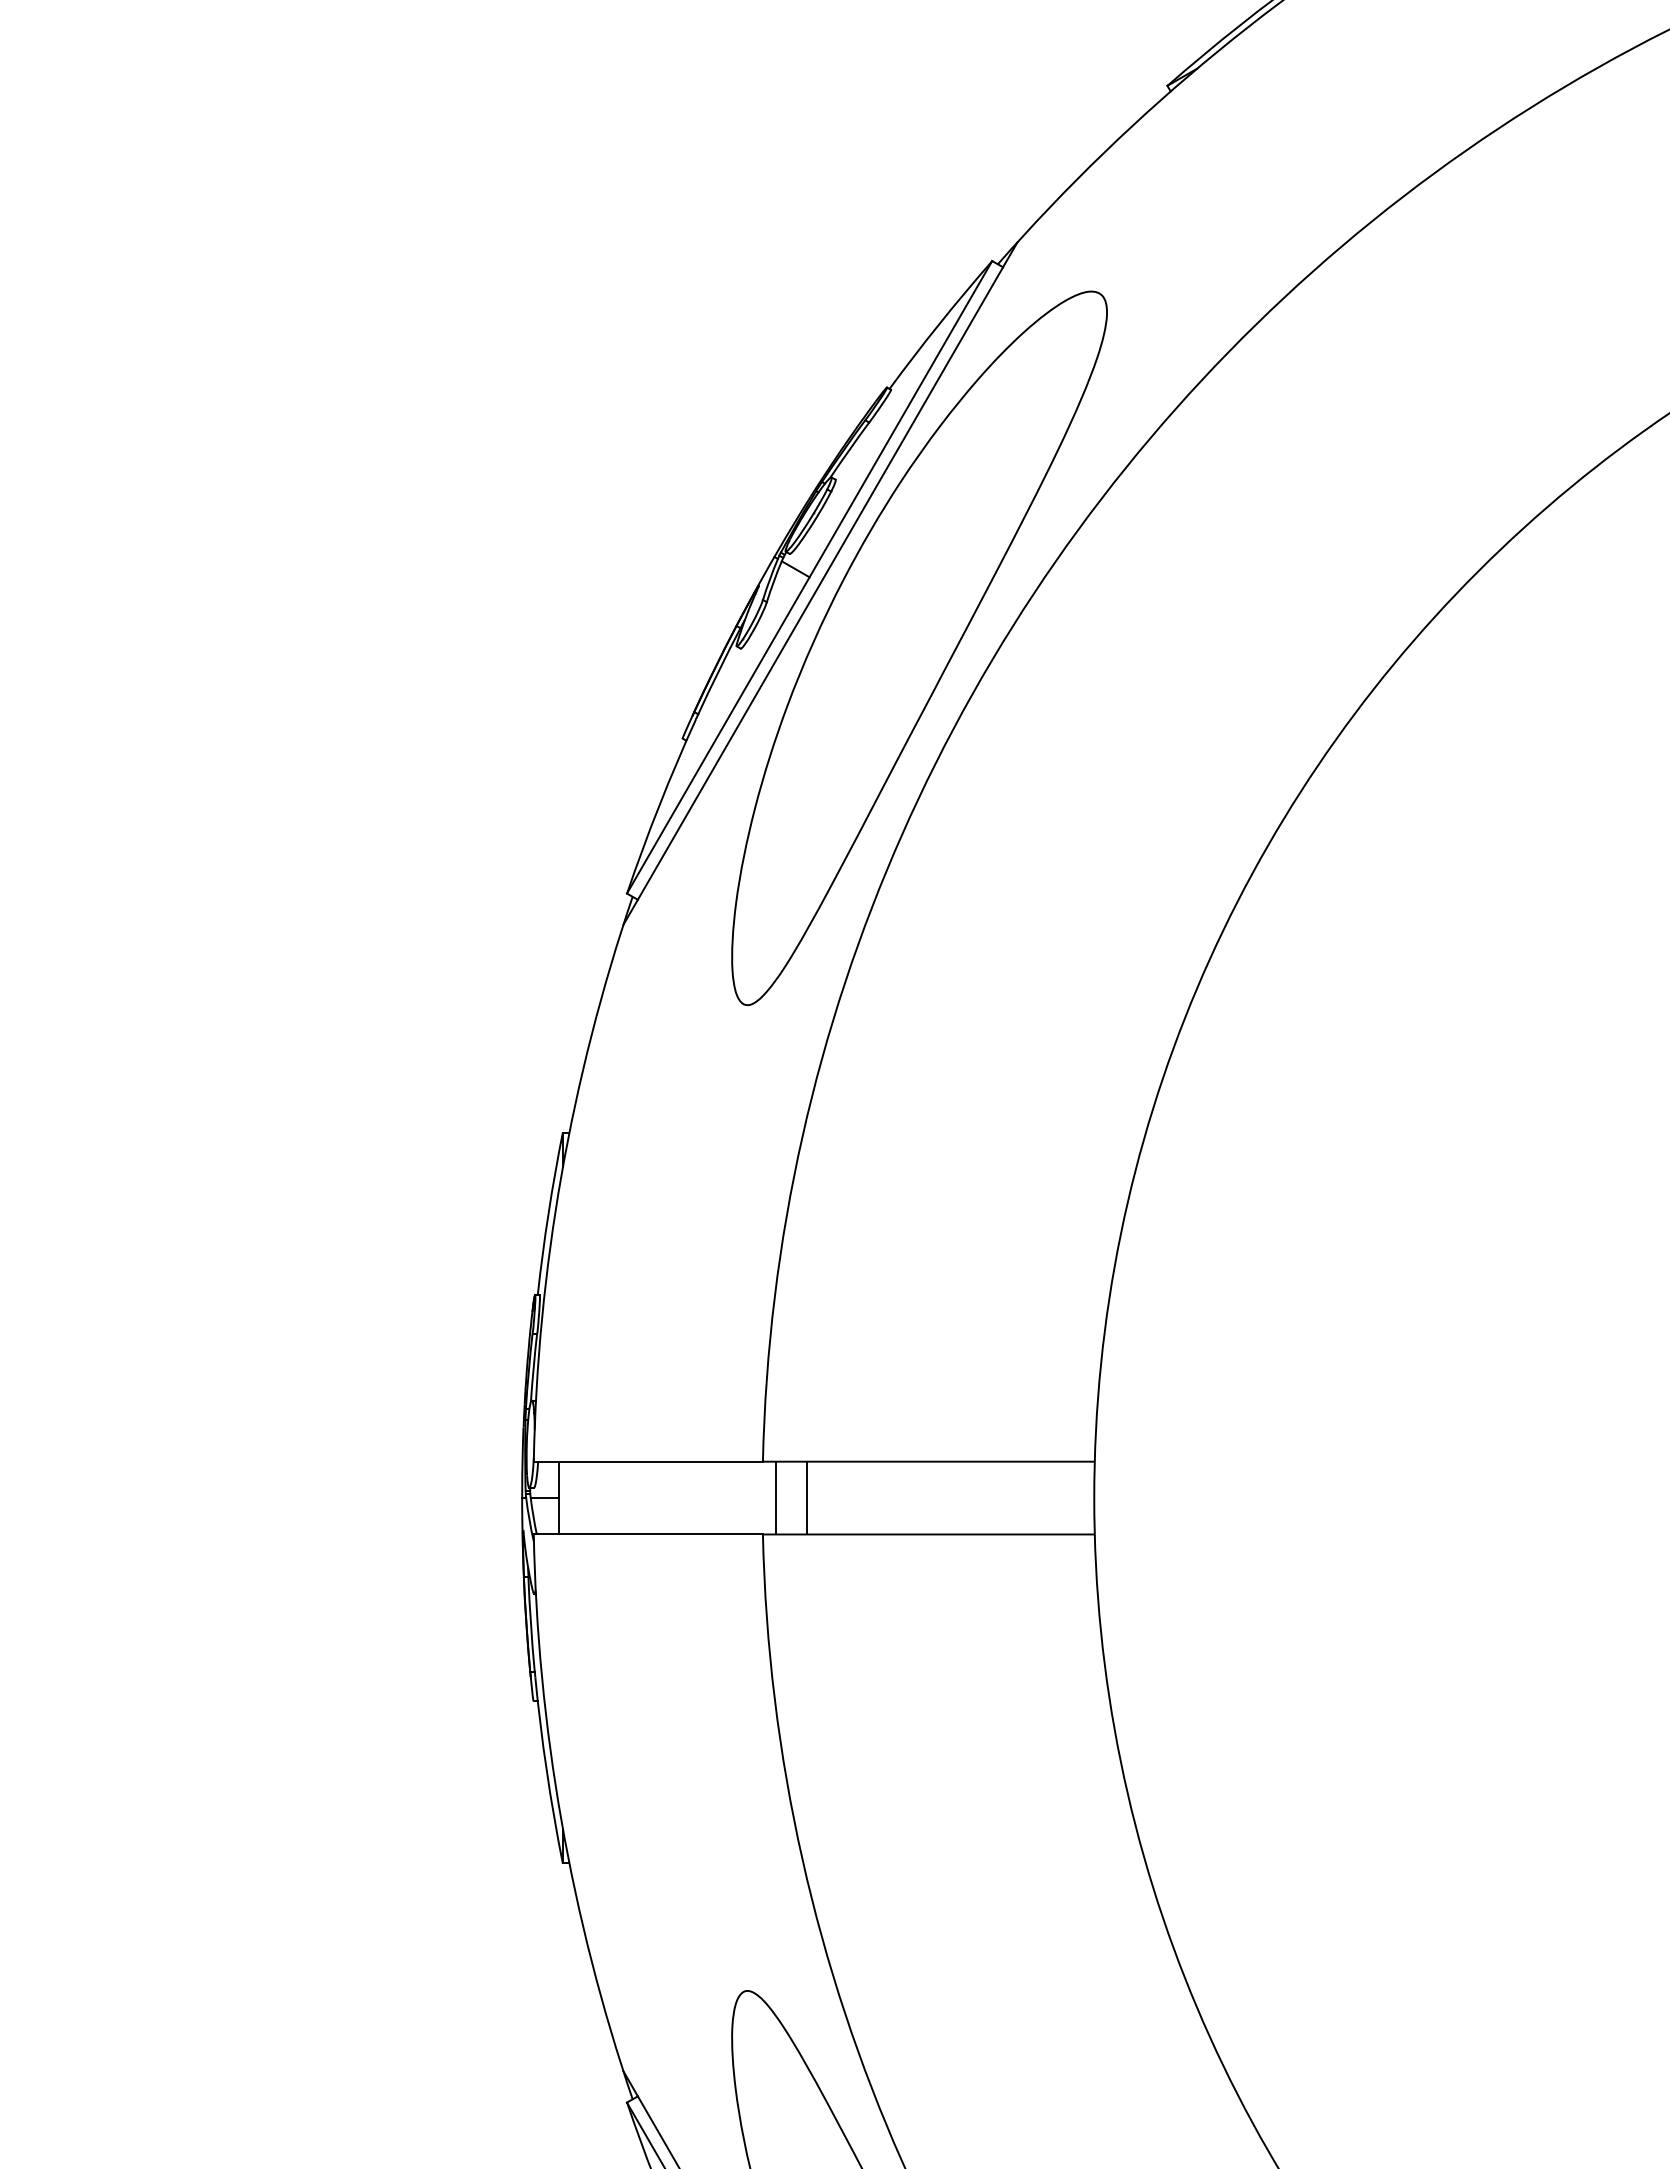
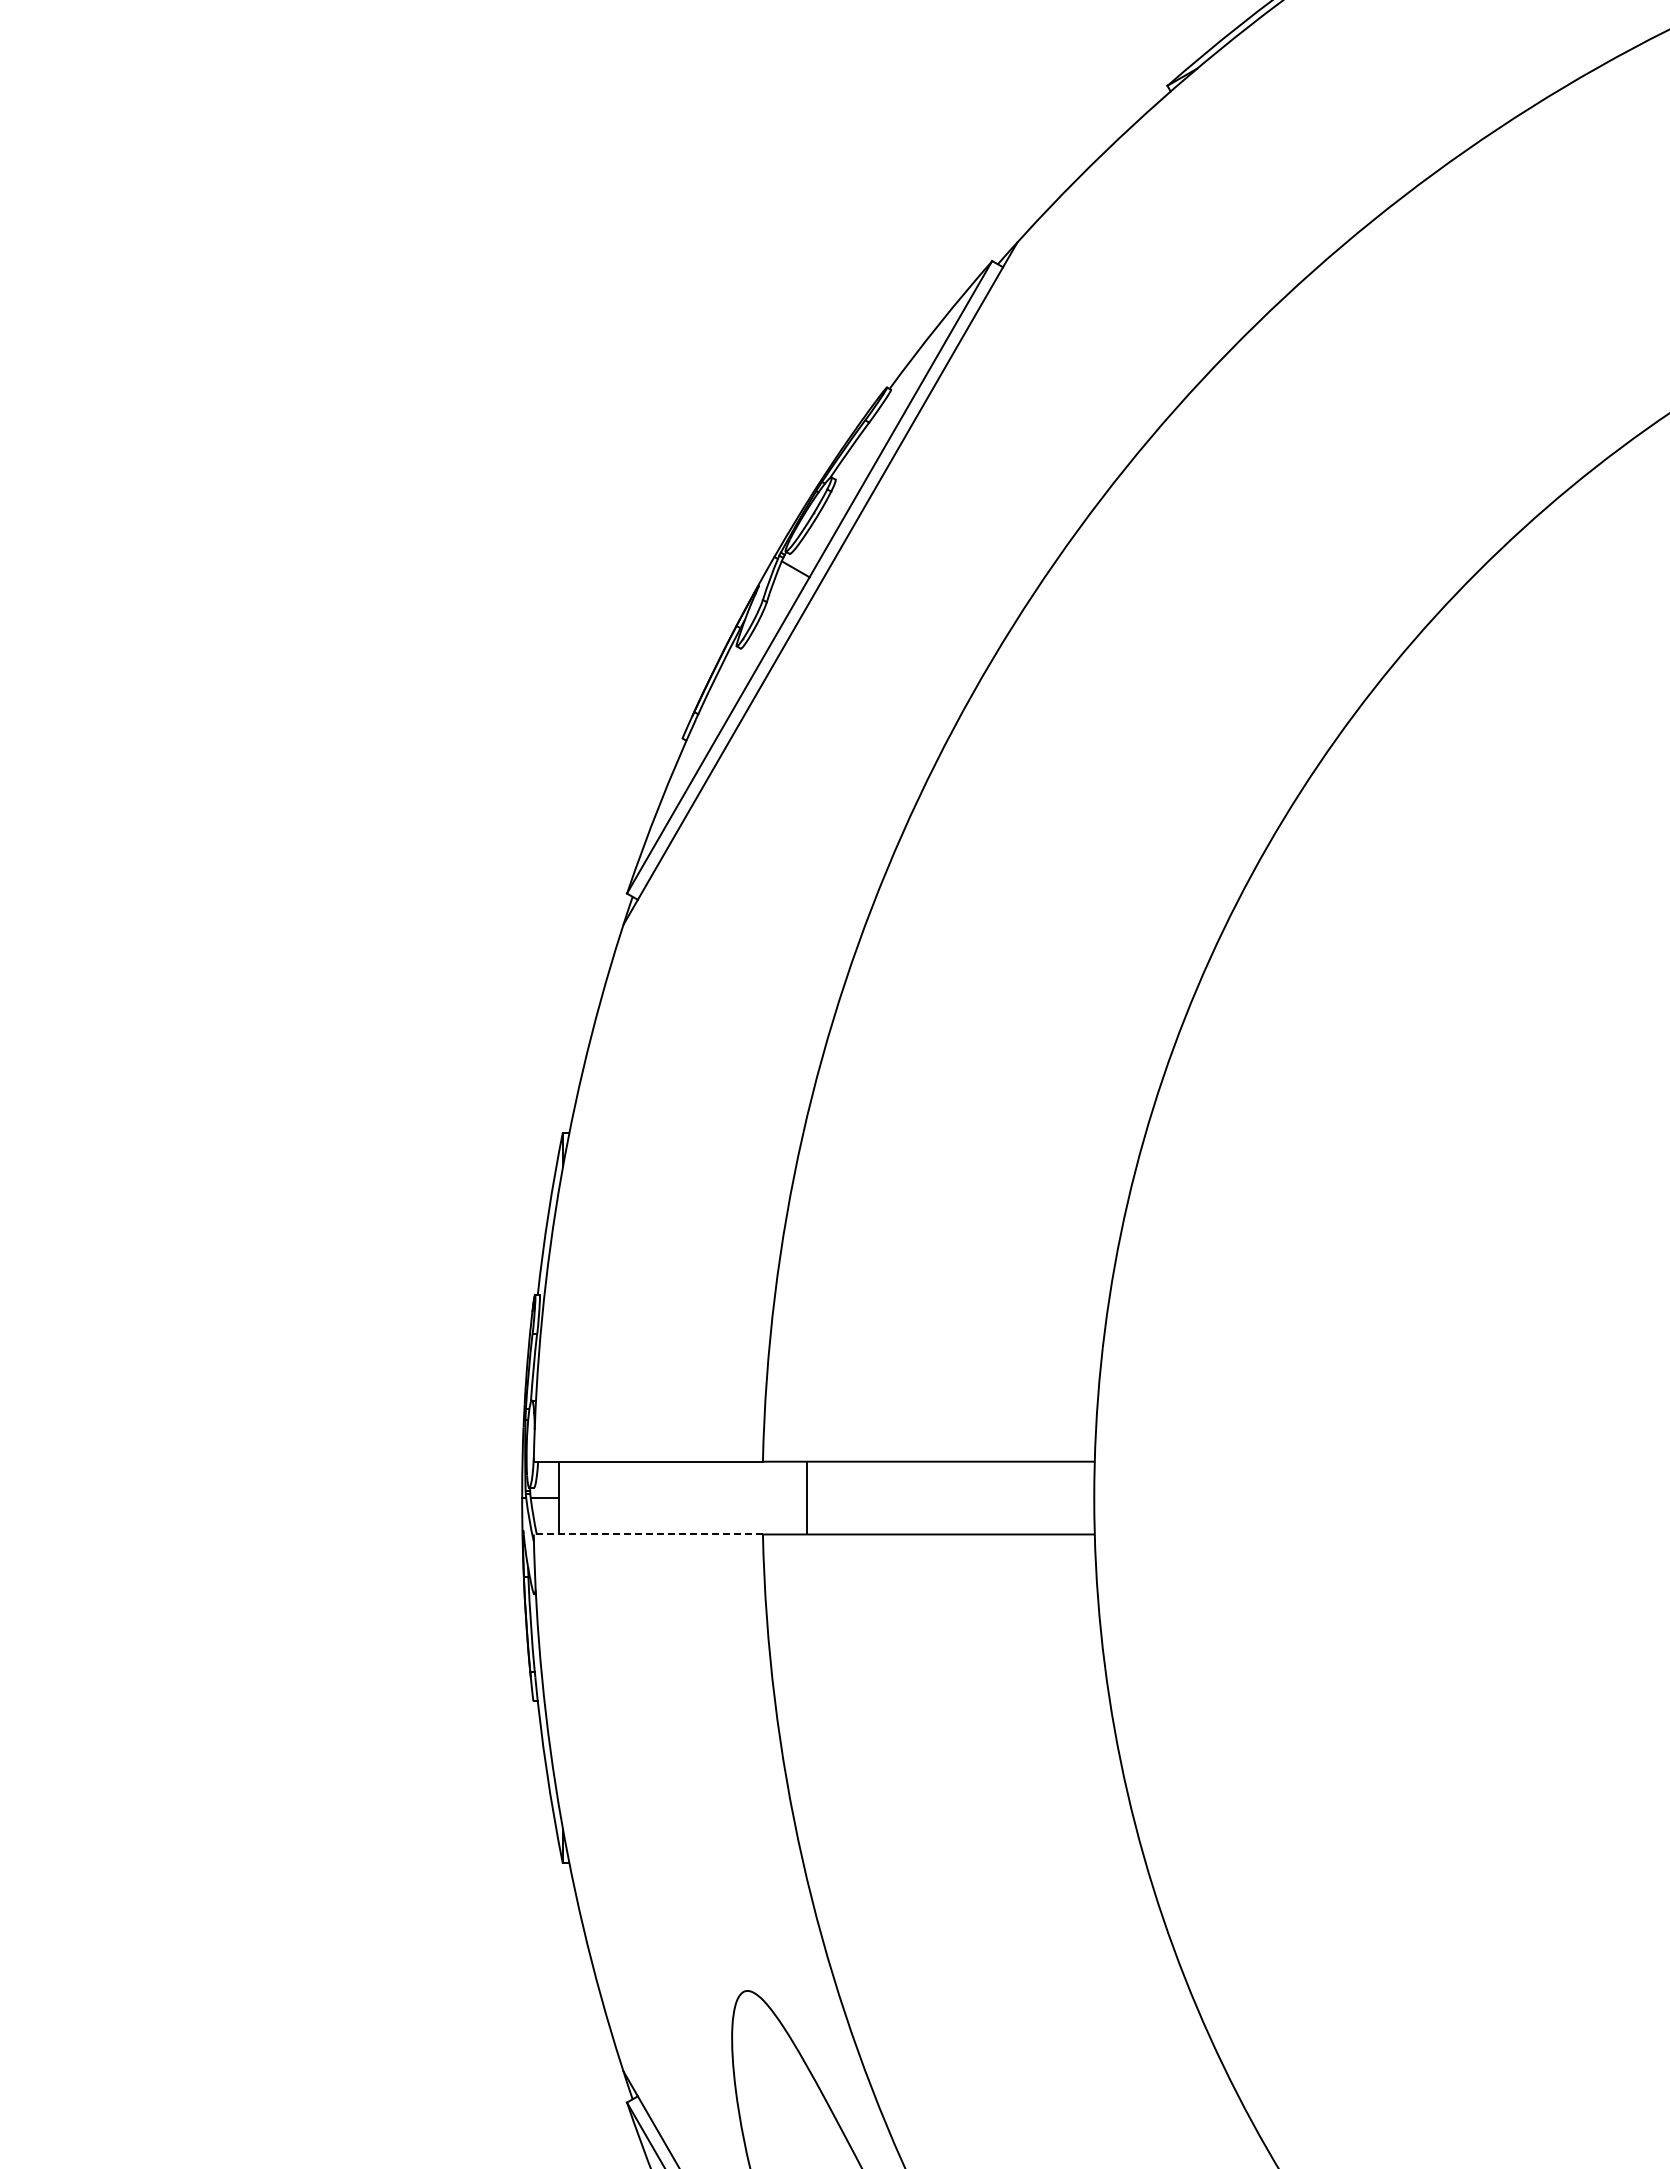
part at (919, 648): present -> none
line at (775, 1497): present -> none
line at (648, 1534): solid -> dashed
